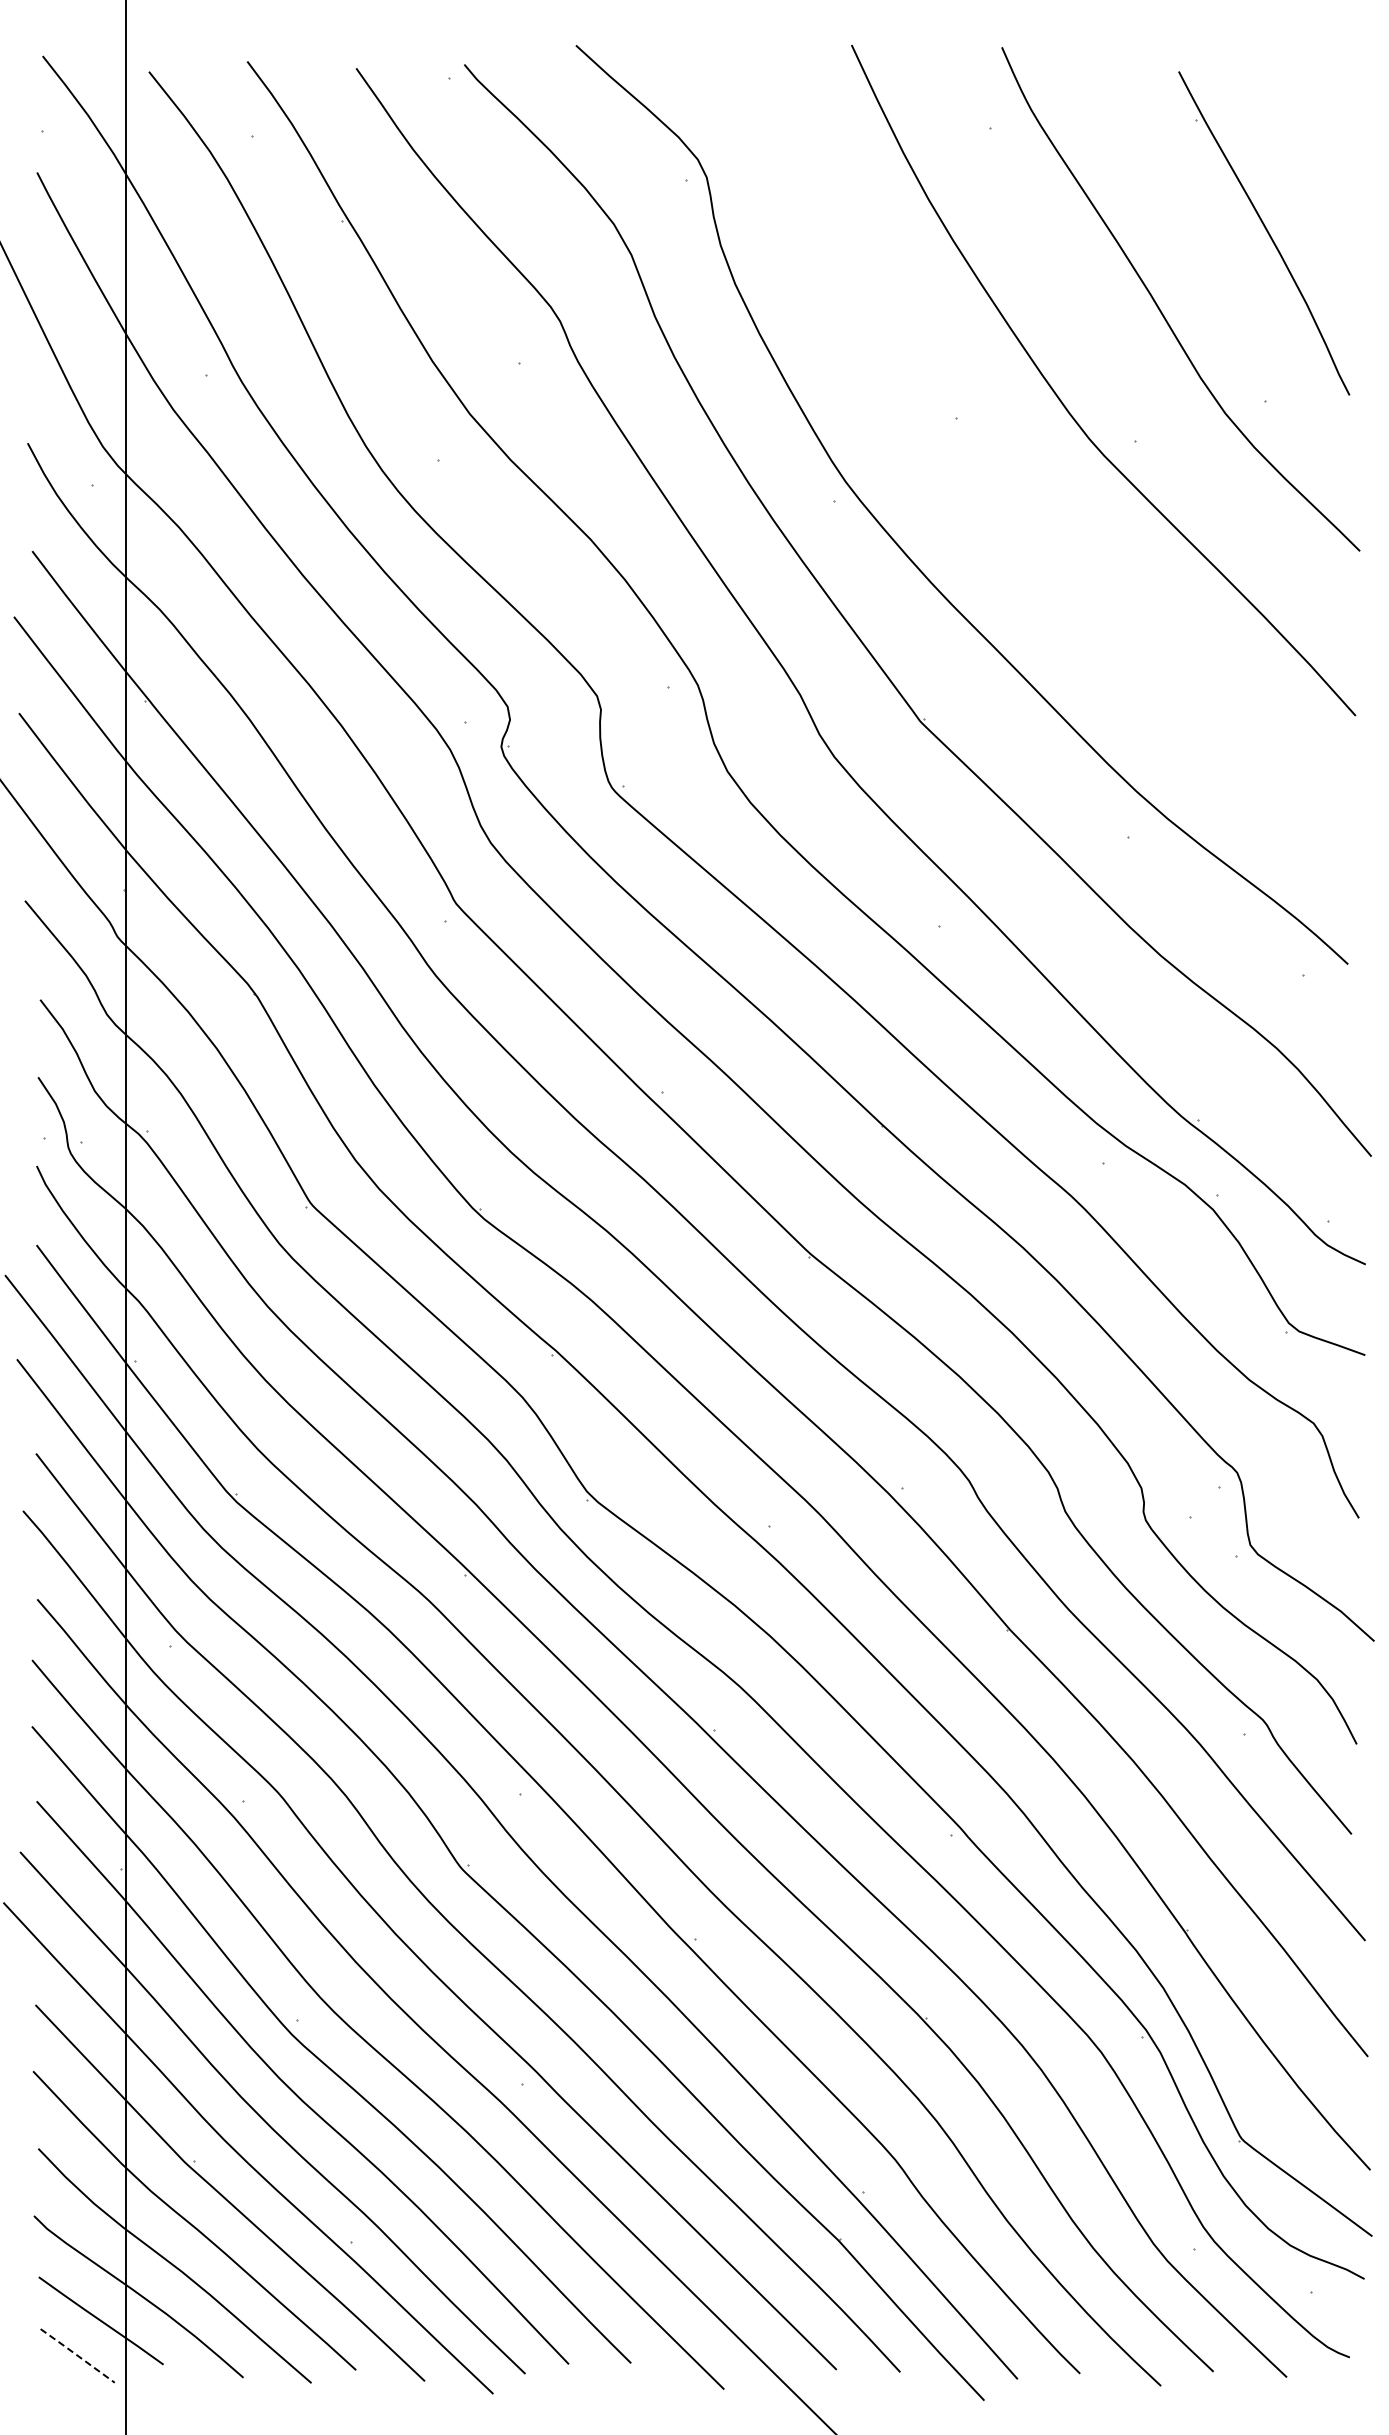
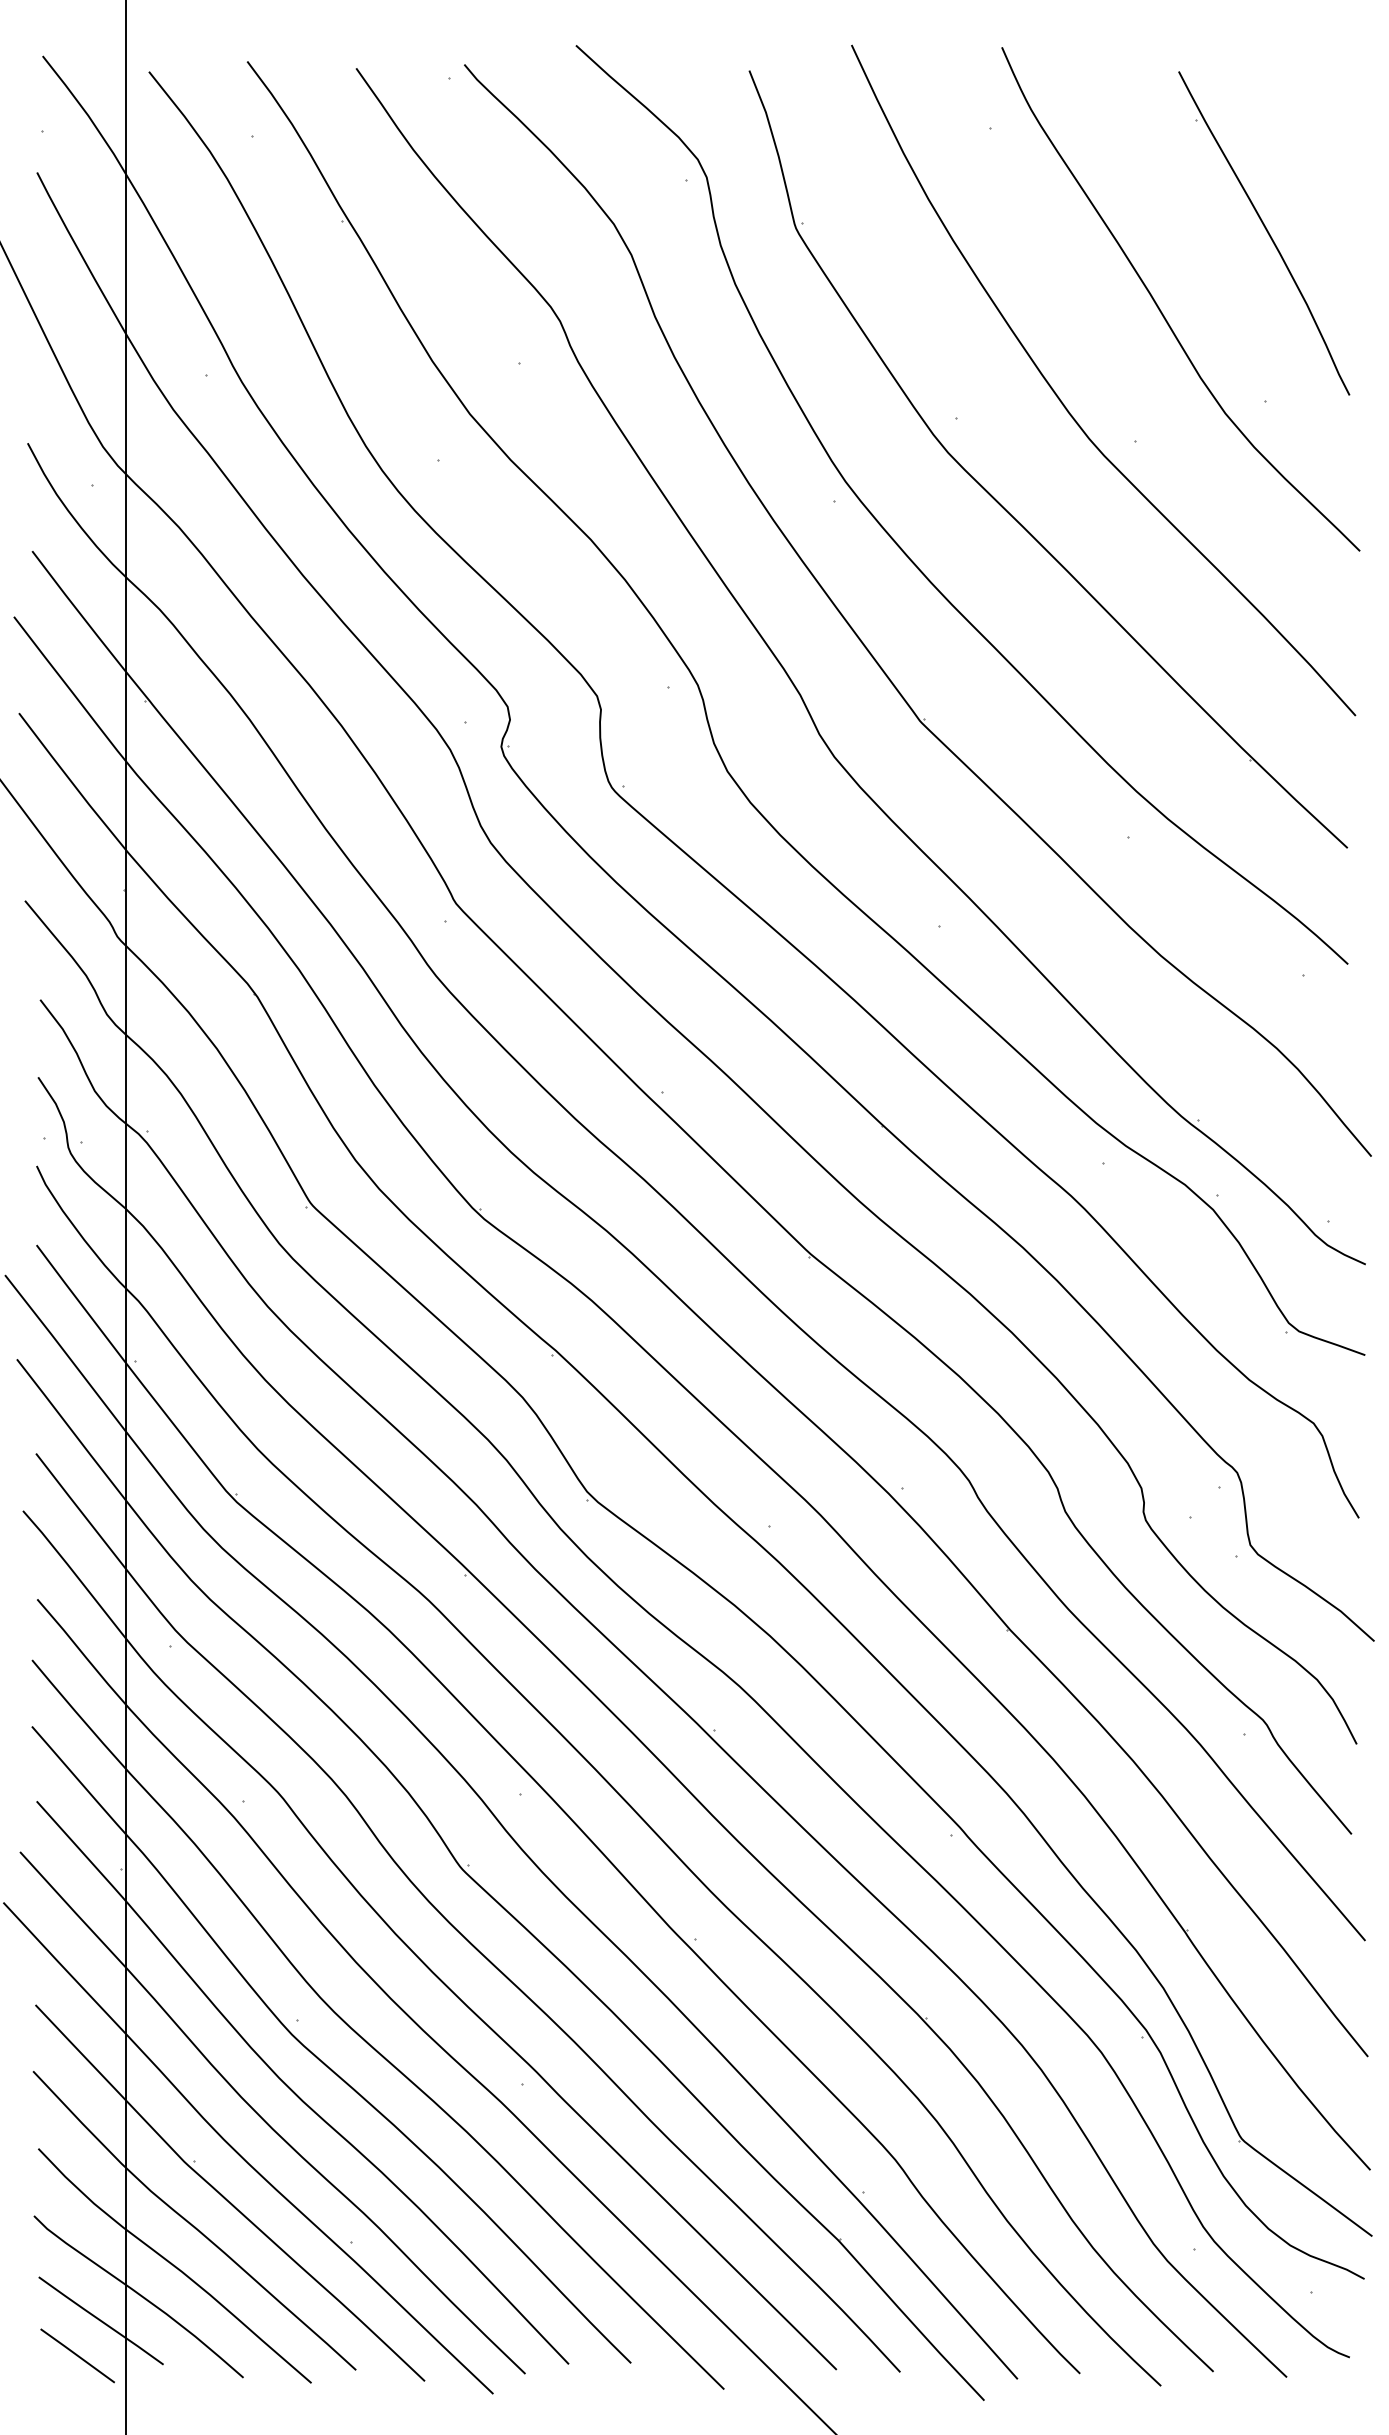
part at (1002, 505): none -> present
line at (77, 2355): dashed -> solid
